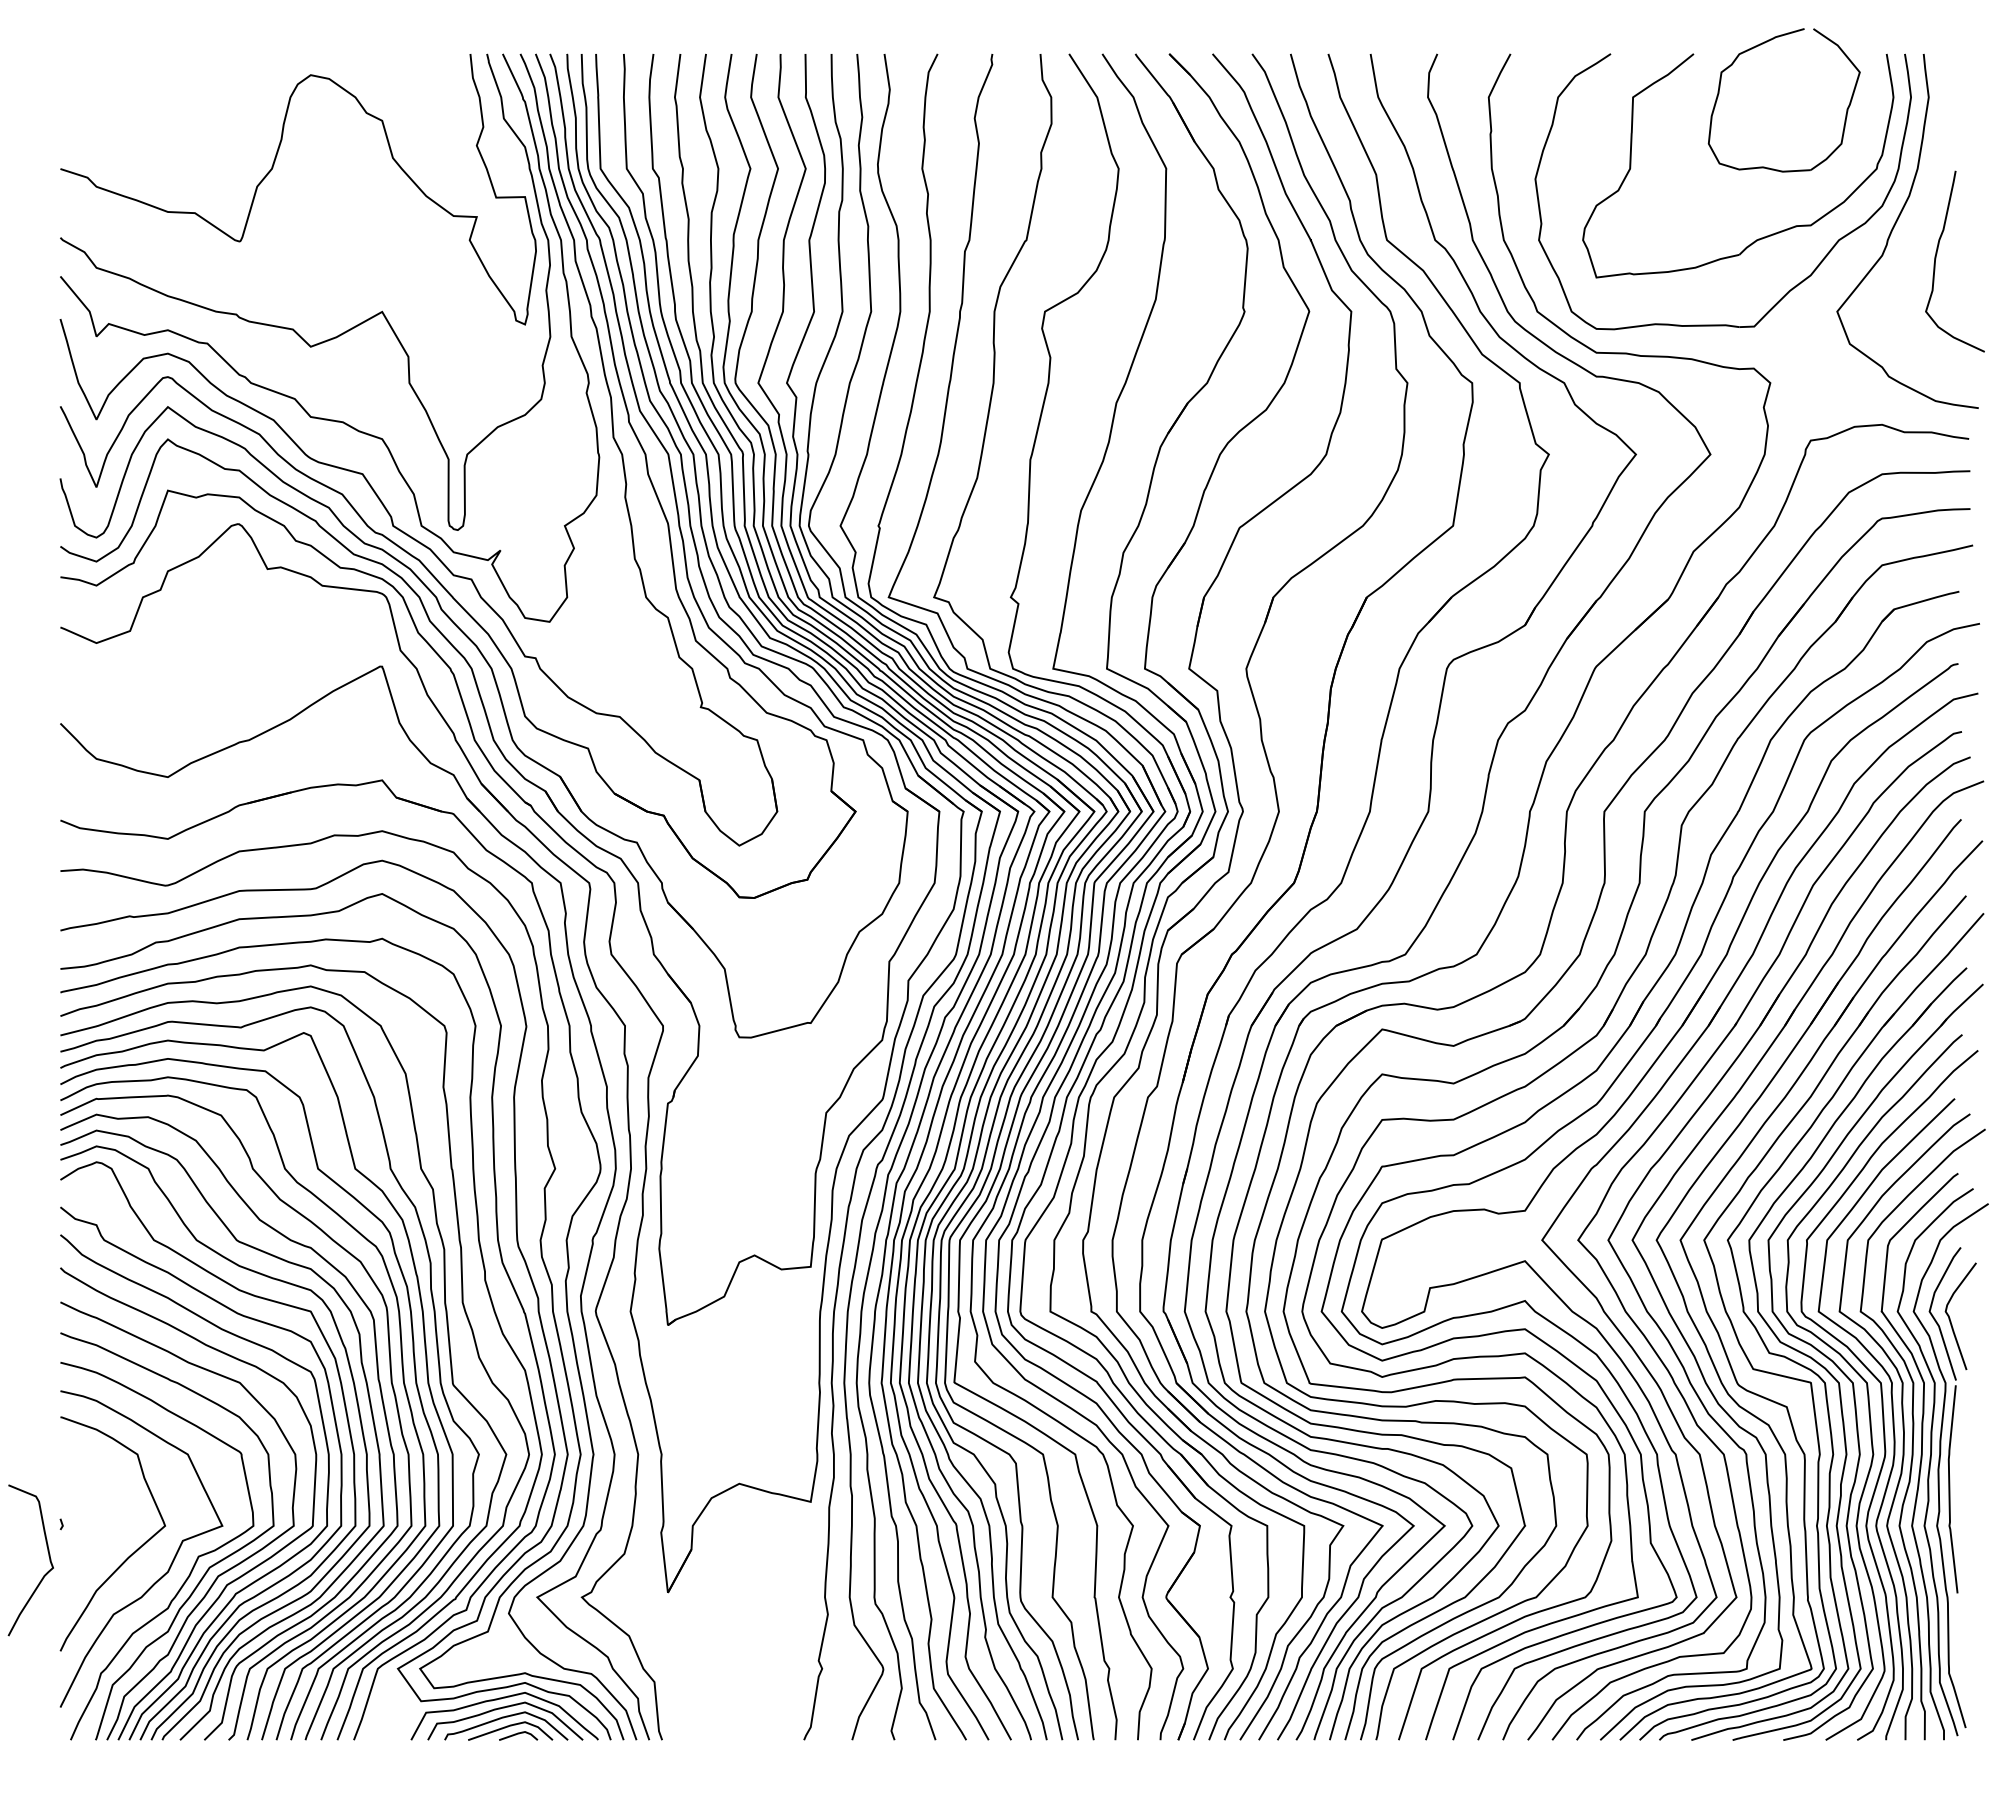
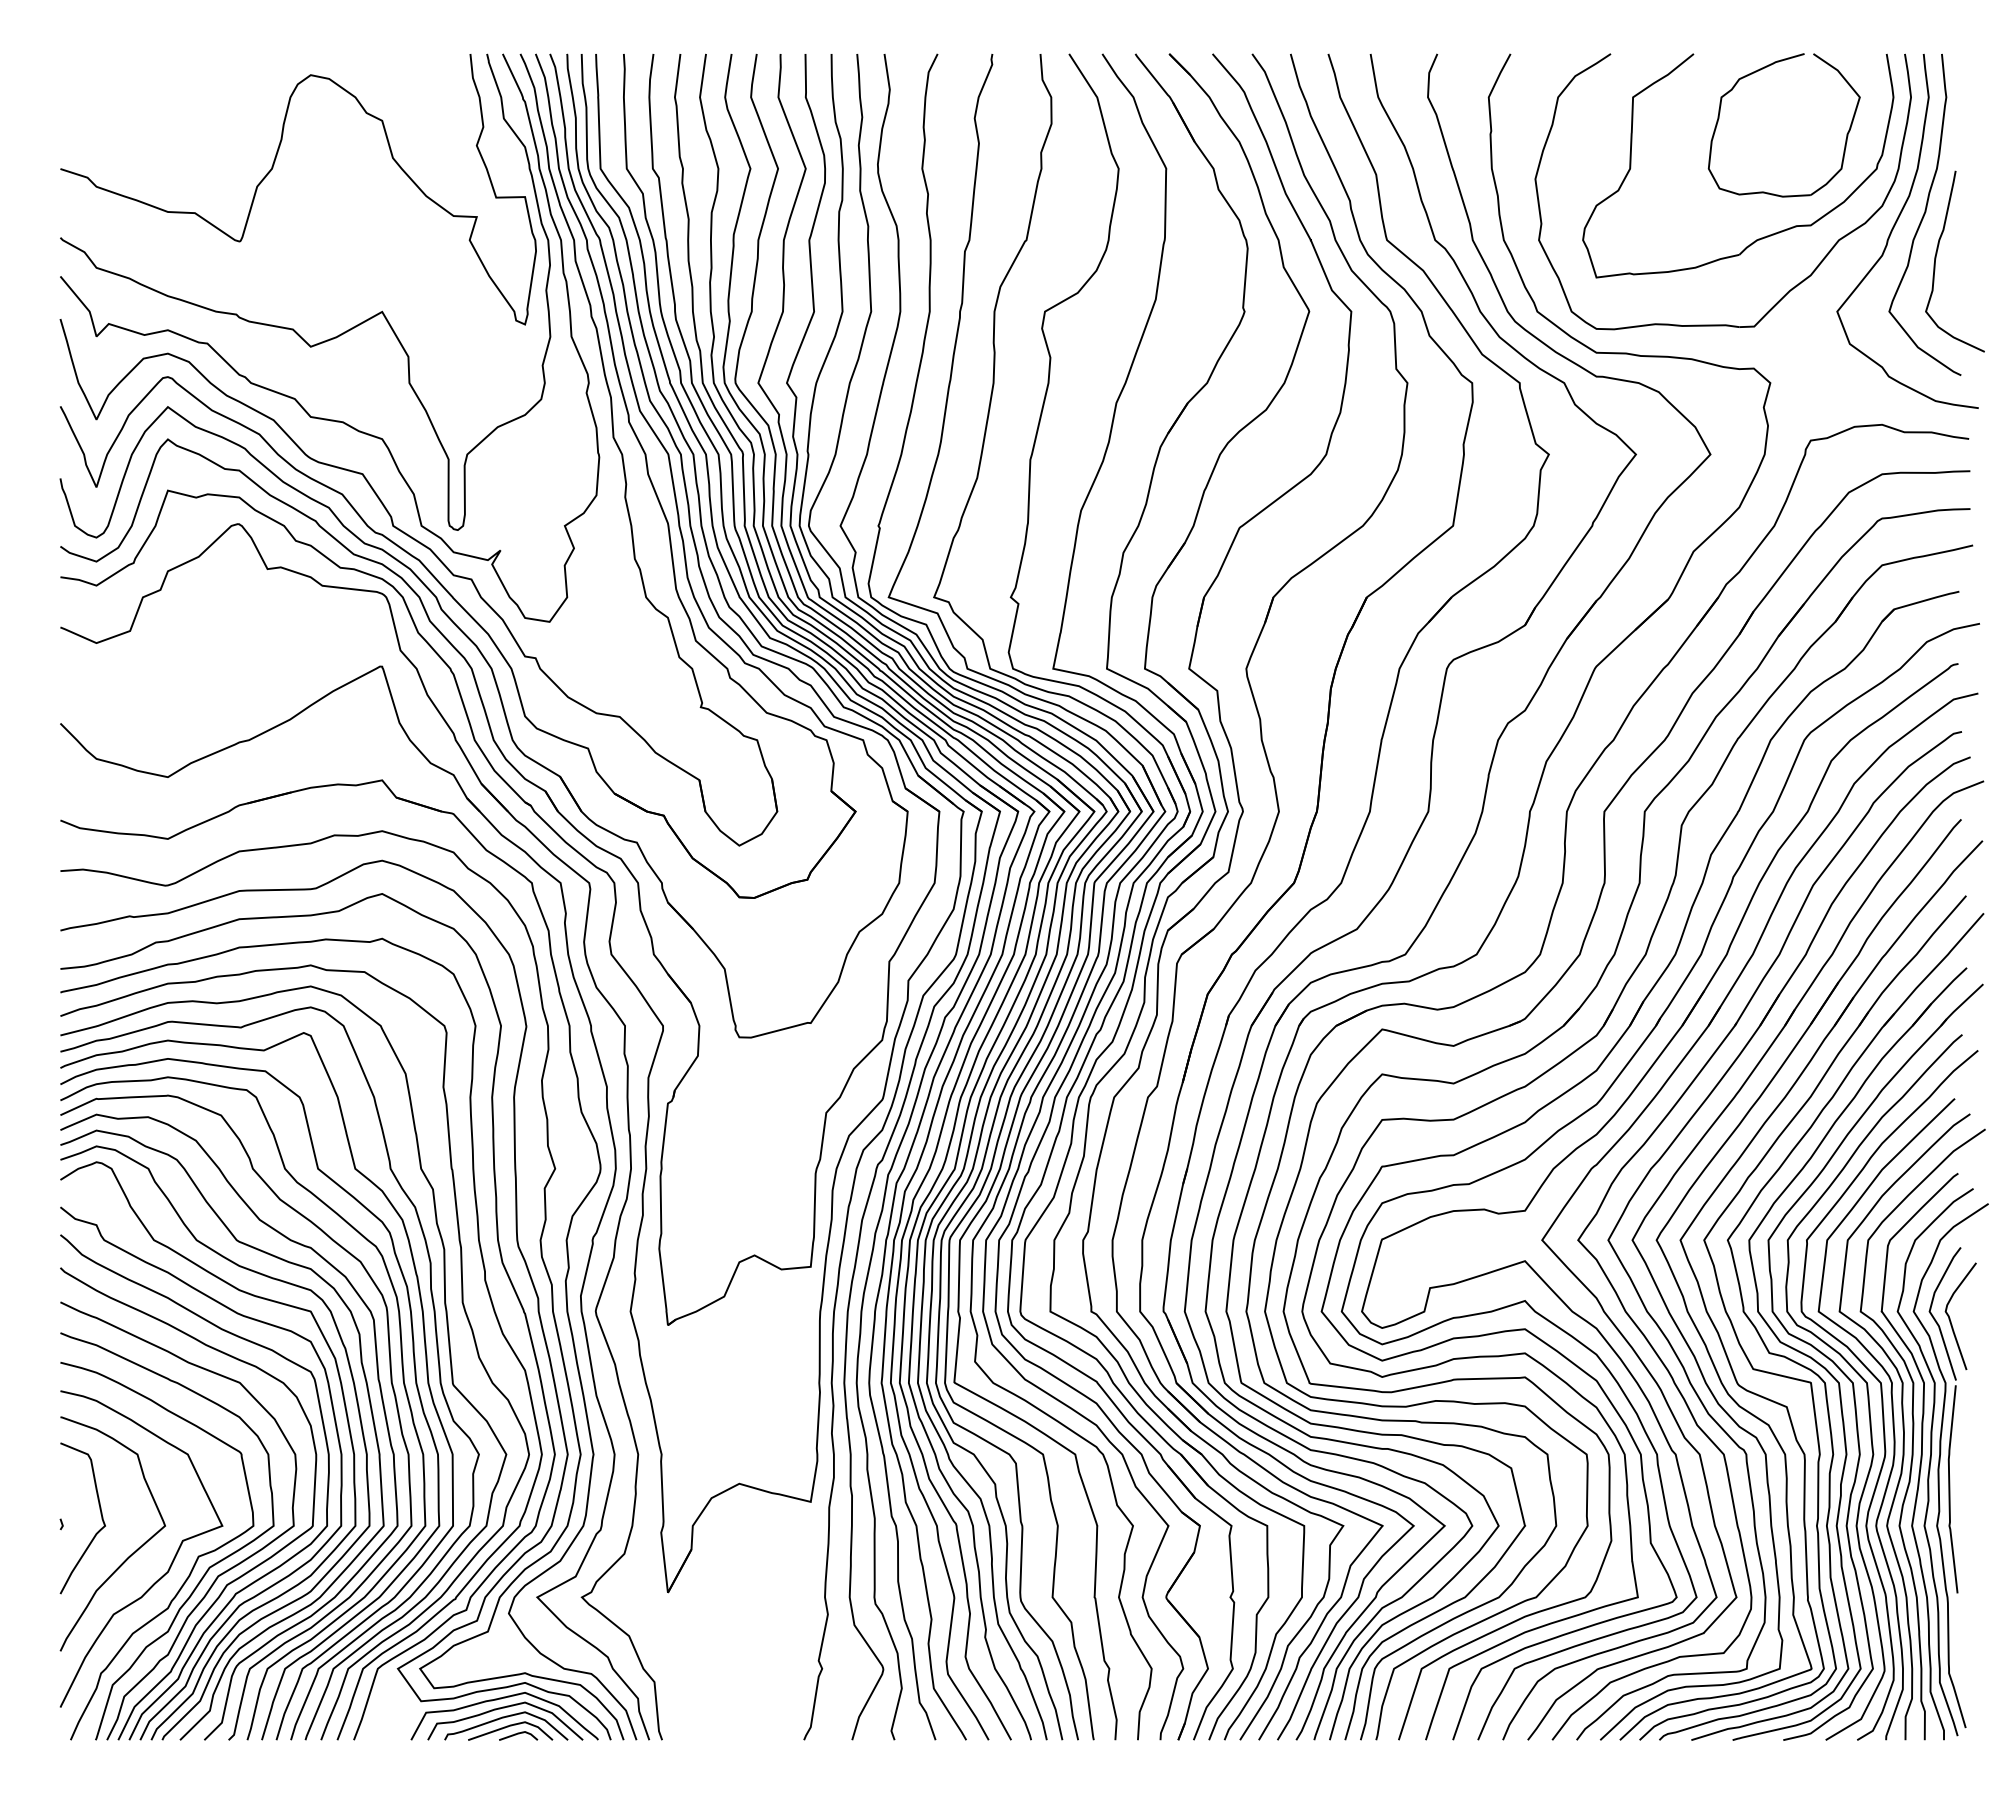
part at (1756, 47) position: (1756, 47) -> (1756, 72)
curve at (1924, 214): none -> present
curve at (48, 1556) position: (48, 1556) -> (100, 1514)
